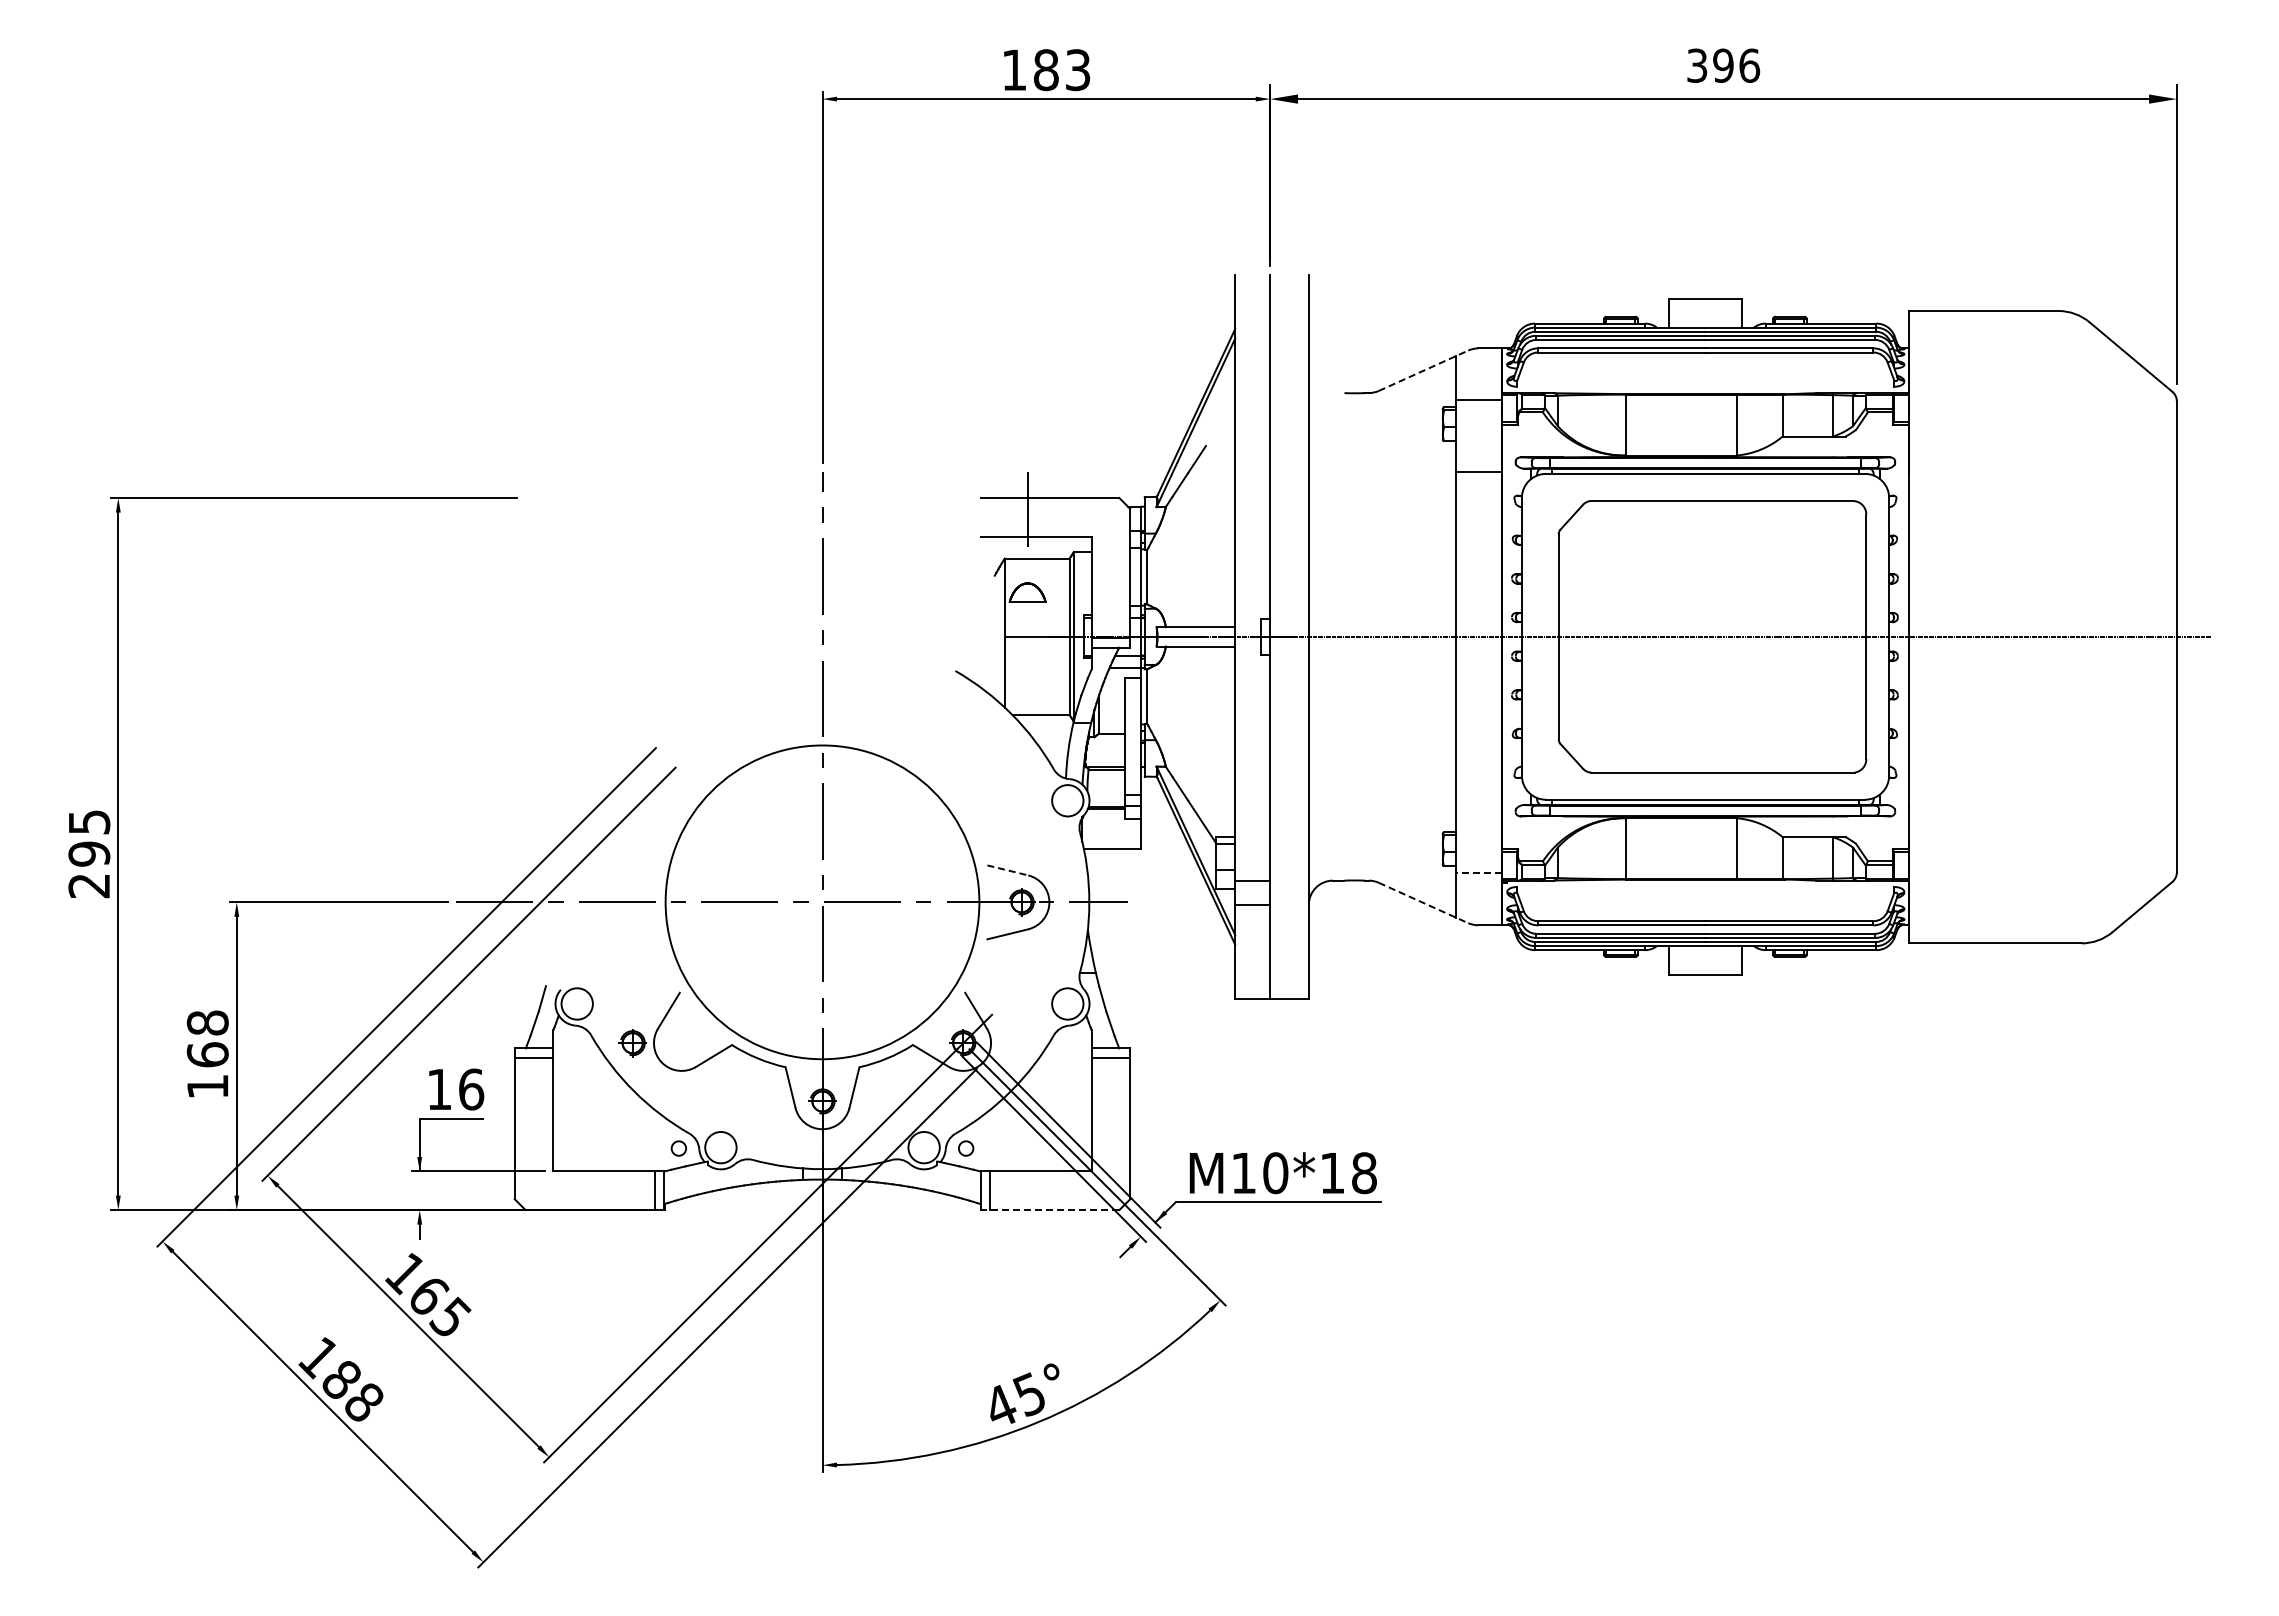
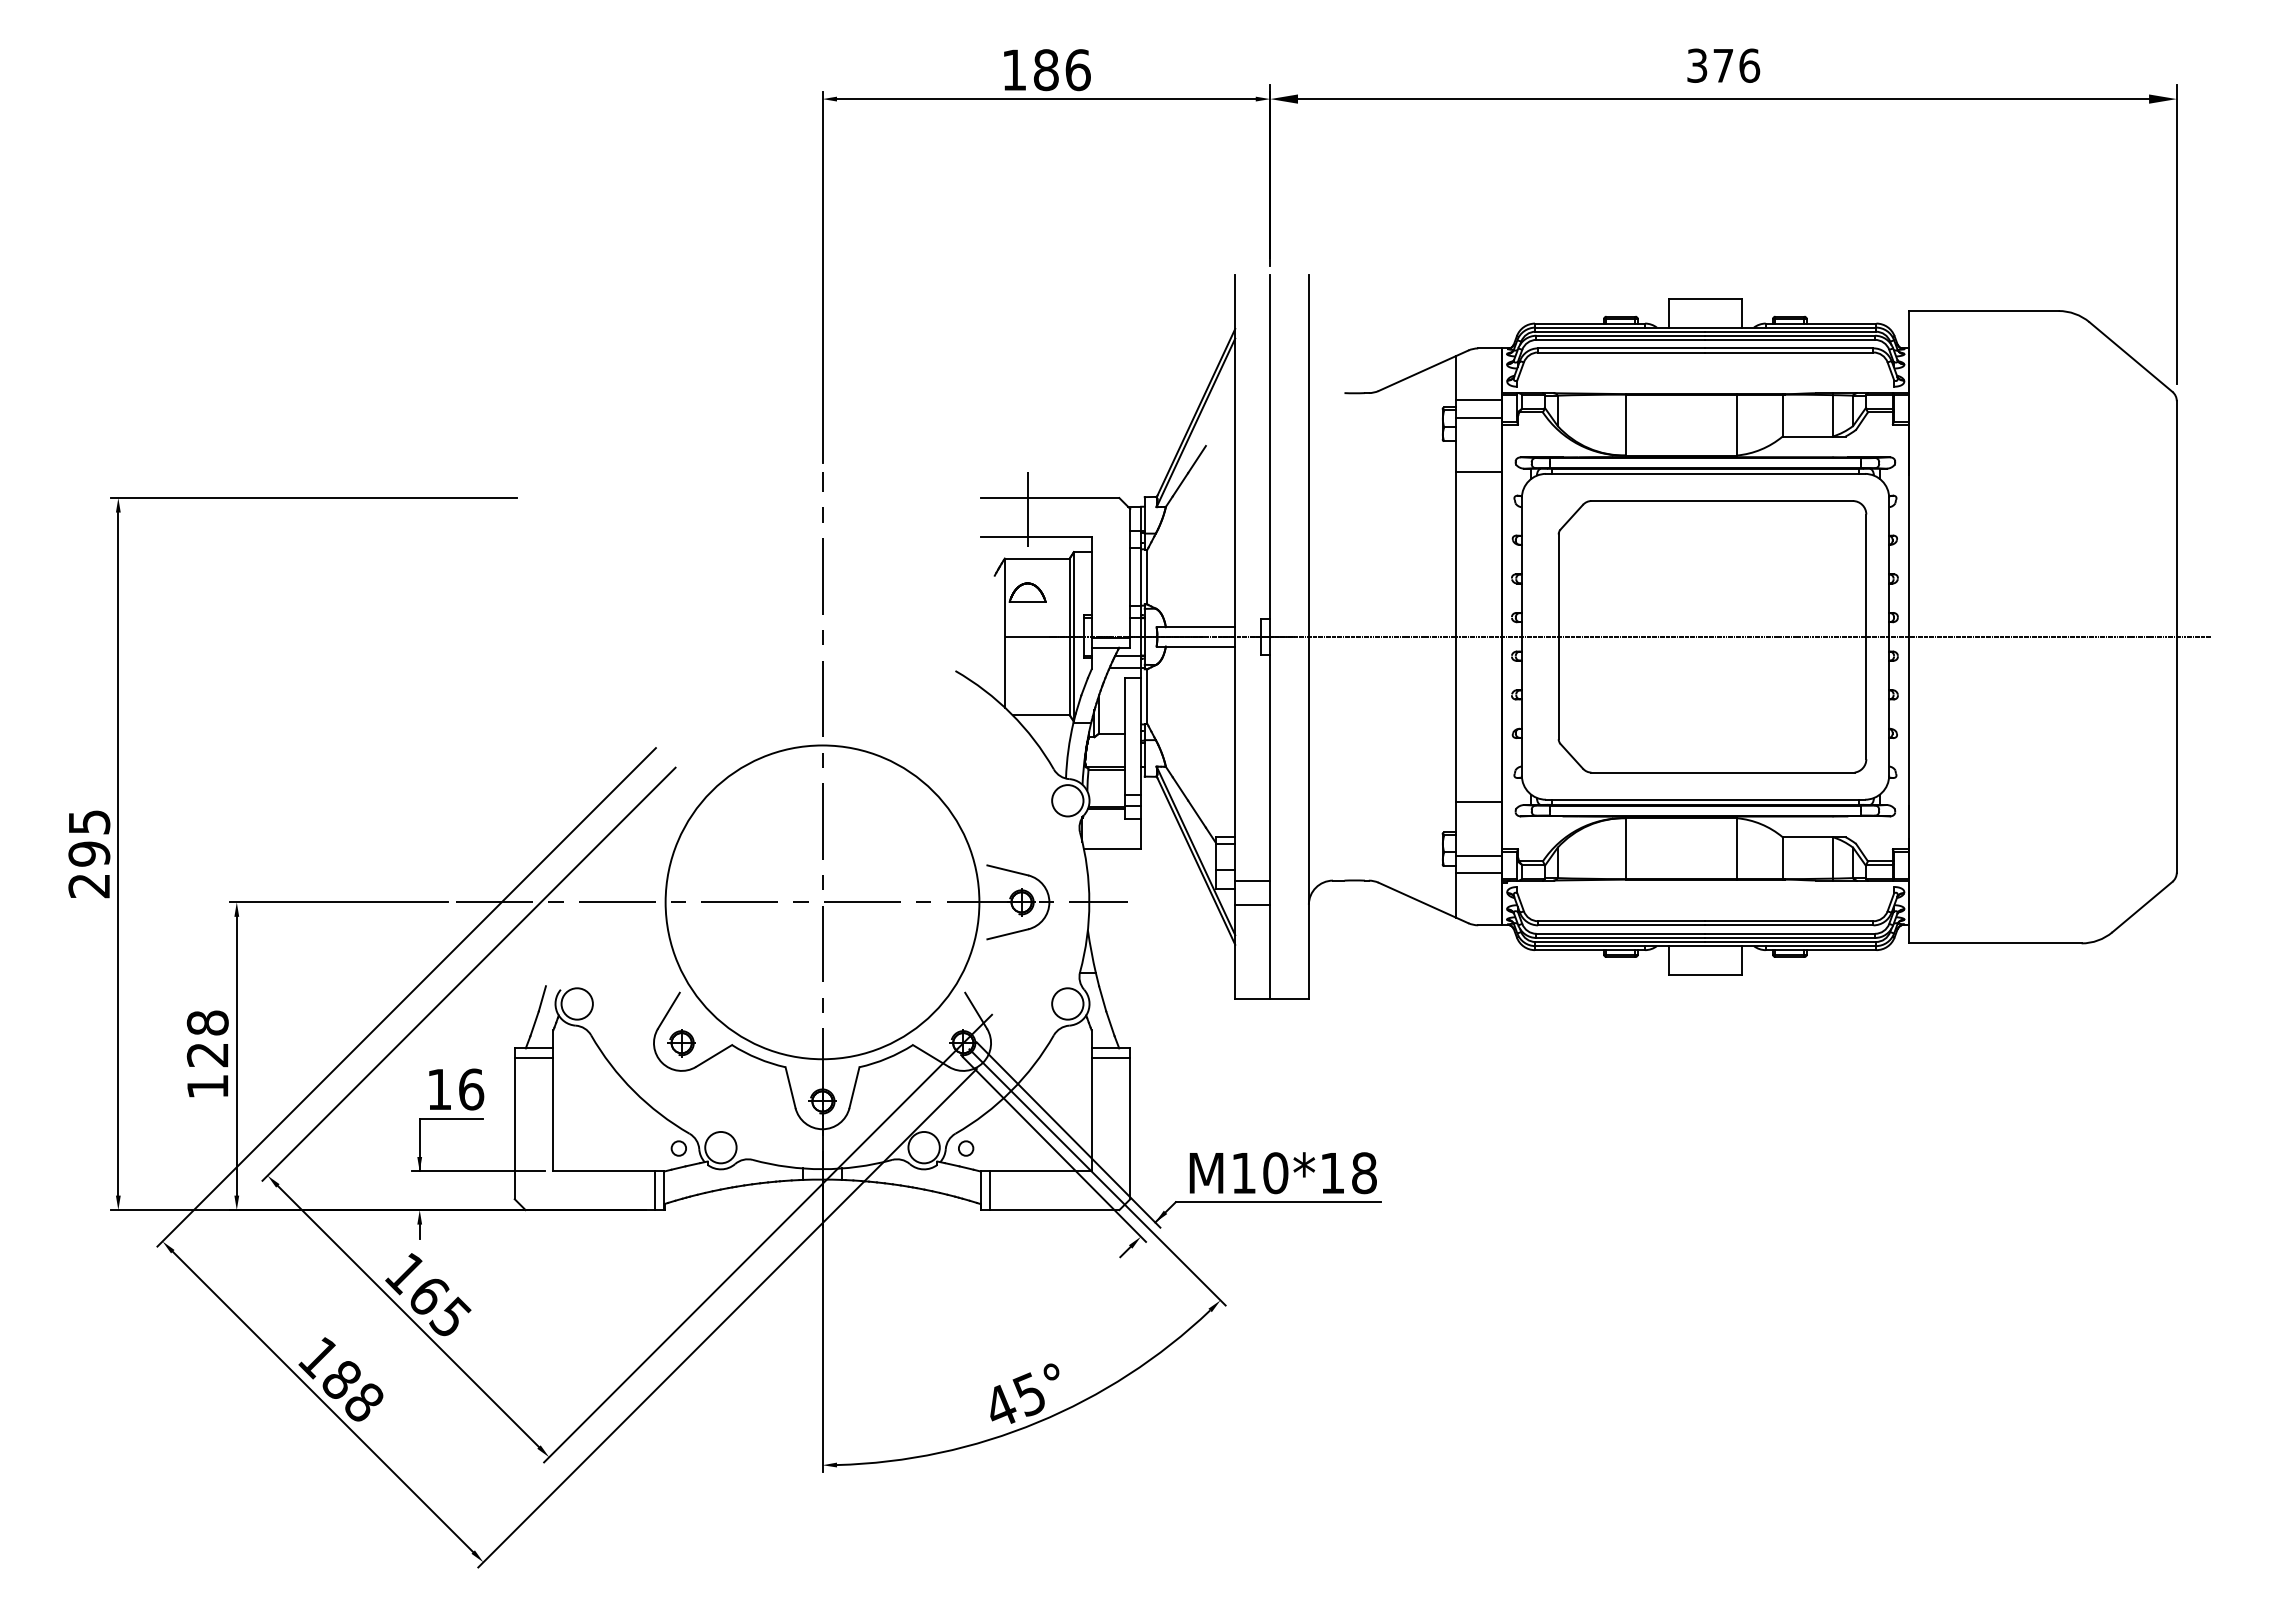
text at (1723, 65): 396 -> 376
text at (1077, 70): 183 -> 186
line at (1423, 370): dashed -> solid
line at (1478, 418): none -> present
line at (1478, 801): none -> present
line at (1478, 855): none -> present
line at (1008, 870): dashed -> solid
line at (1479, 873): dashed -> solid
line at (1423, 903): dashed -> solid
part at (632, 1043) position: (632, 1043) -> (681, 1043)
text at (207, 1054): 168 -> 128
line at (1049, 1210): dashed -> solid
